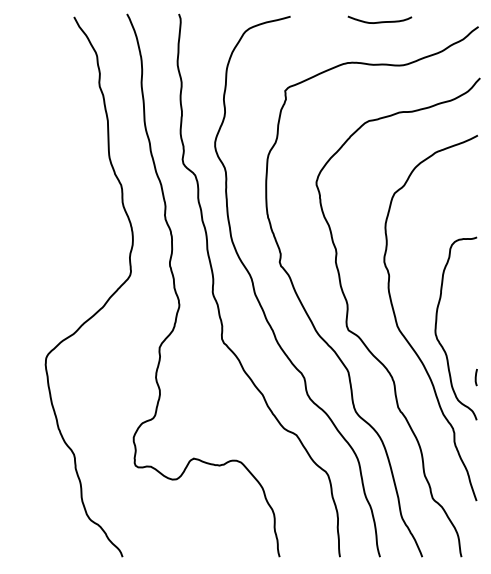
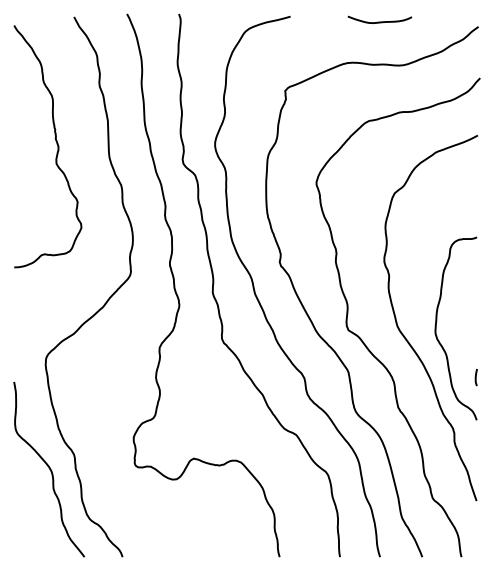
curve at (56, 144): none -> present
curve at (49, 469): none -> present
